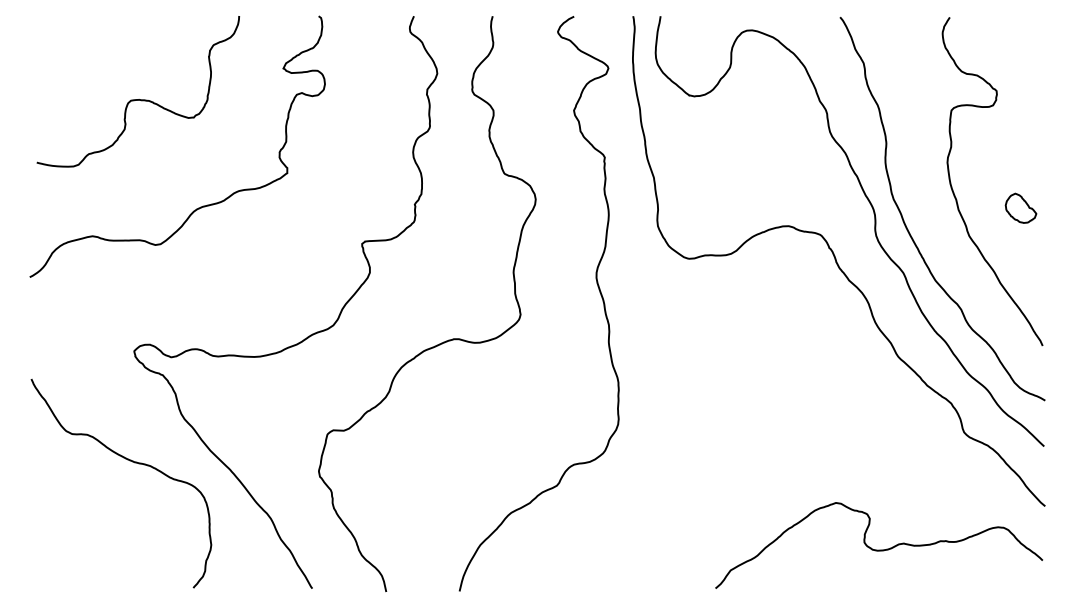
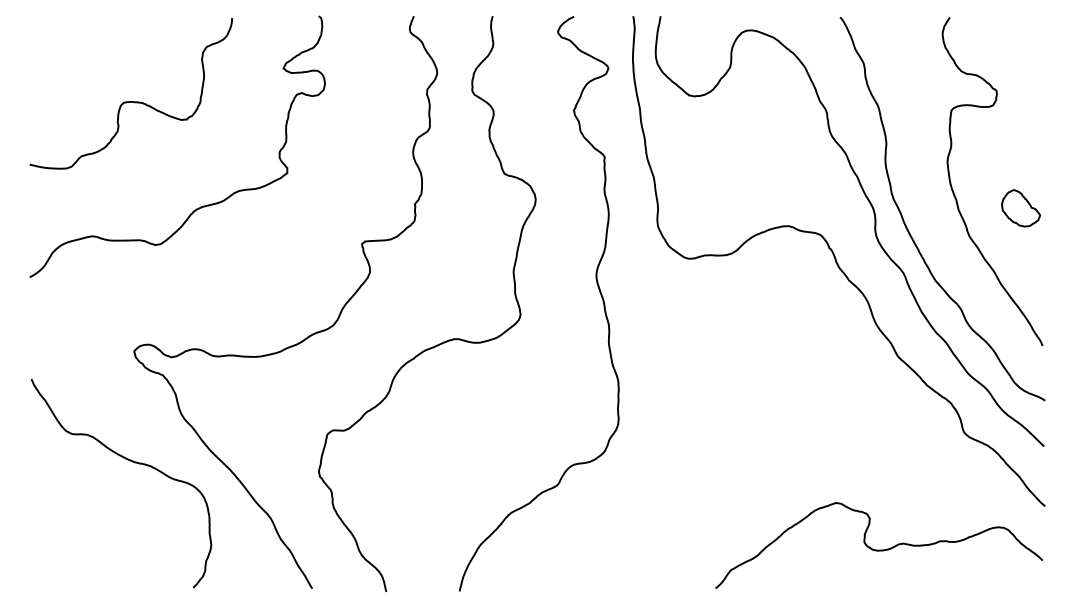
curve at (137, 99) position: (137, 99) -> (130, 101)
part at (1020, 207) size: 34x32 px -> 40x39 px
